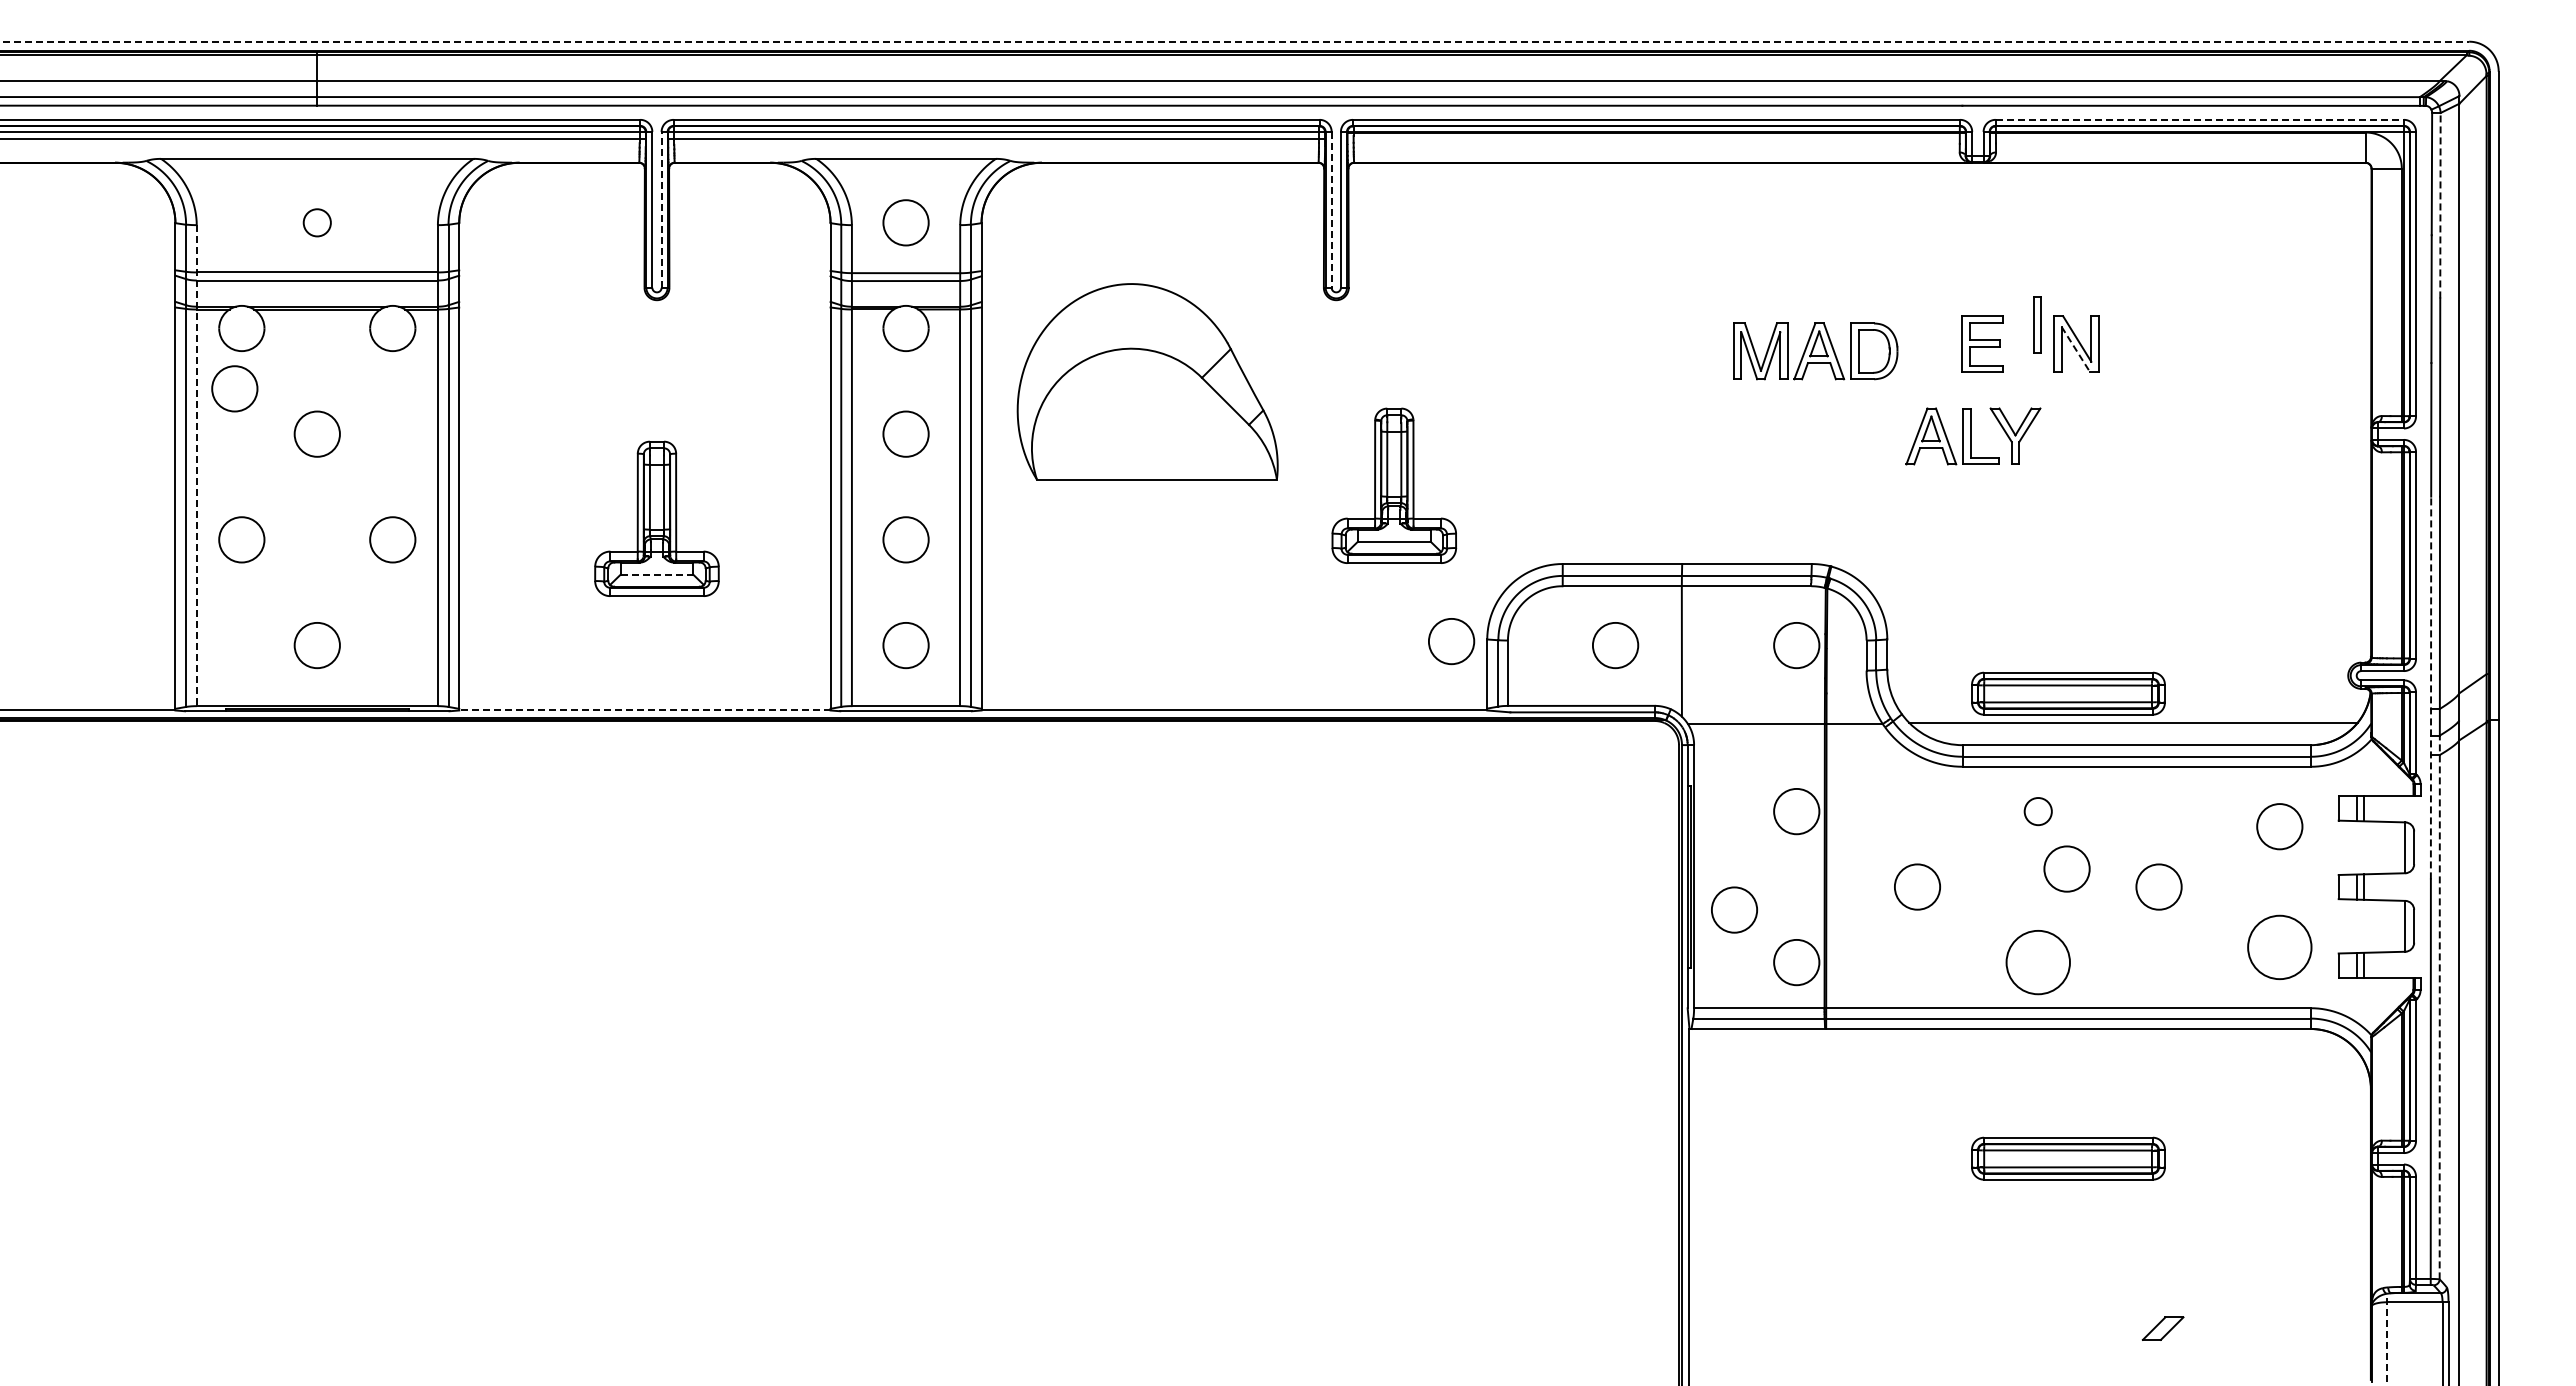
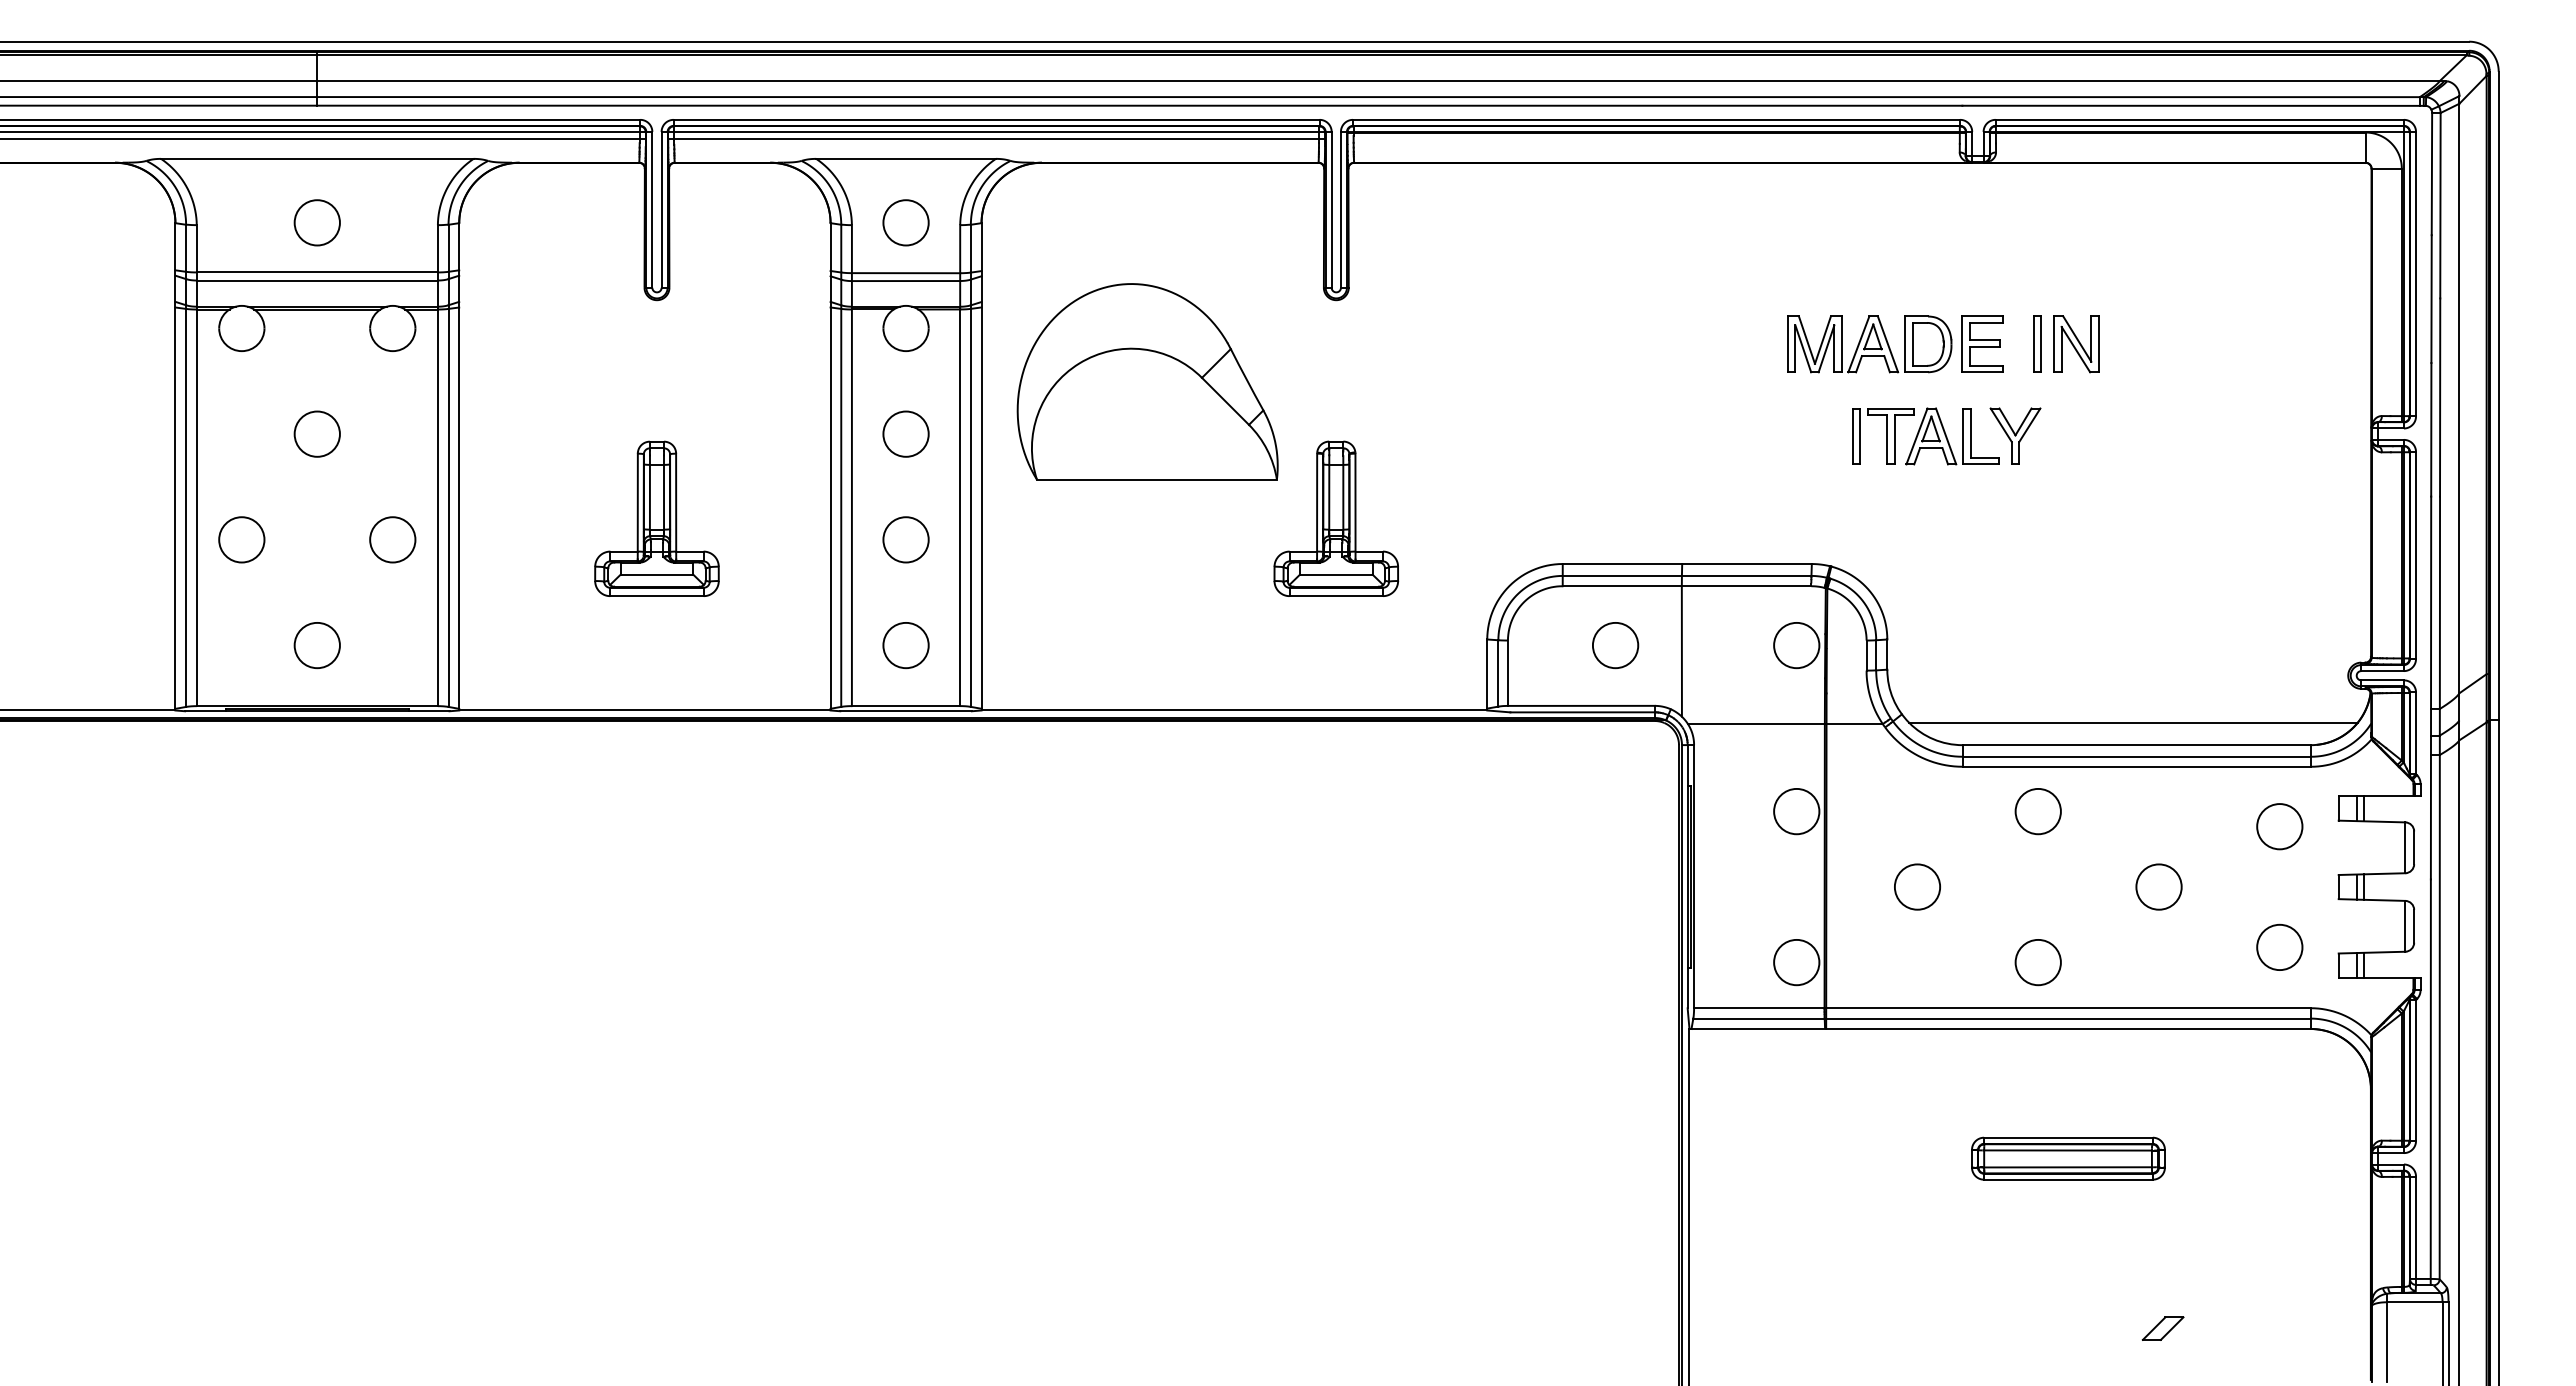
line at (1235, 41): dashed -> solid
line at (2200, 119): dashed -> solid
line at (2440, 205): dashed -> solid
line at (661, 209): dashed -> solid
line at (1331, 209): dashed -> solid
circle at (316, 222) diameter: 27 px -> 45 px
part at (2037, 324) position: (2037, 324) -> (2037, 343)
line at (2075, 349): dashed -> solid
part at (1815, 351) position: (1815, 351) -> (1869, 344)
circle at (234, 388): present -> none
part at (1883, 436): none -> present
line at (196, 465): dashed -> solid
part at (1394, 485) position: (1394, 485) -> (1336, 518)
line at (657, 574): dashed -> solid
circle at (1451, 641): present -> none
line at (2431, 687): dashed -> solid
part at (2068, 693): present -> none
line at (644, 710): dashed -> solid
circle at (2037, 811) diameter: 27 px -> 45 px
circle at (2066, 868): present -> none
circle at (1734, 909): present -> none
circle at (2279, 947) diameter: 63 px -> 45 px
circle at (2037, 962) diameter: 63 px -> 45 px
line at (2439, 1007): dashed -> solid
line at (2386, 1337): dashed -> solid
